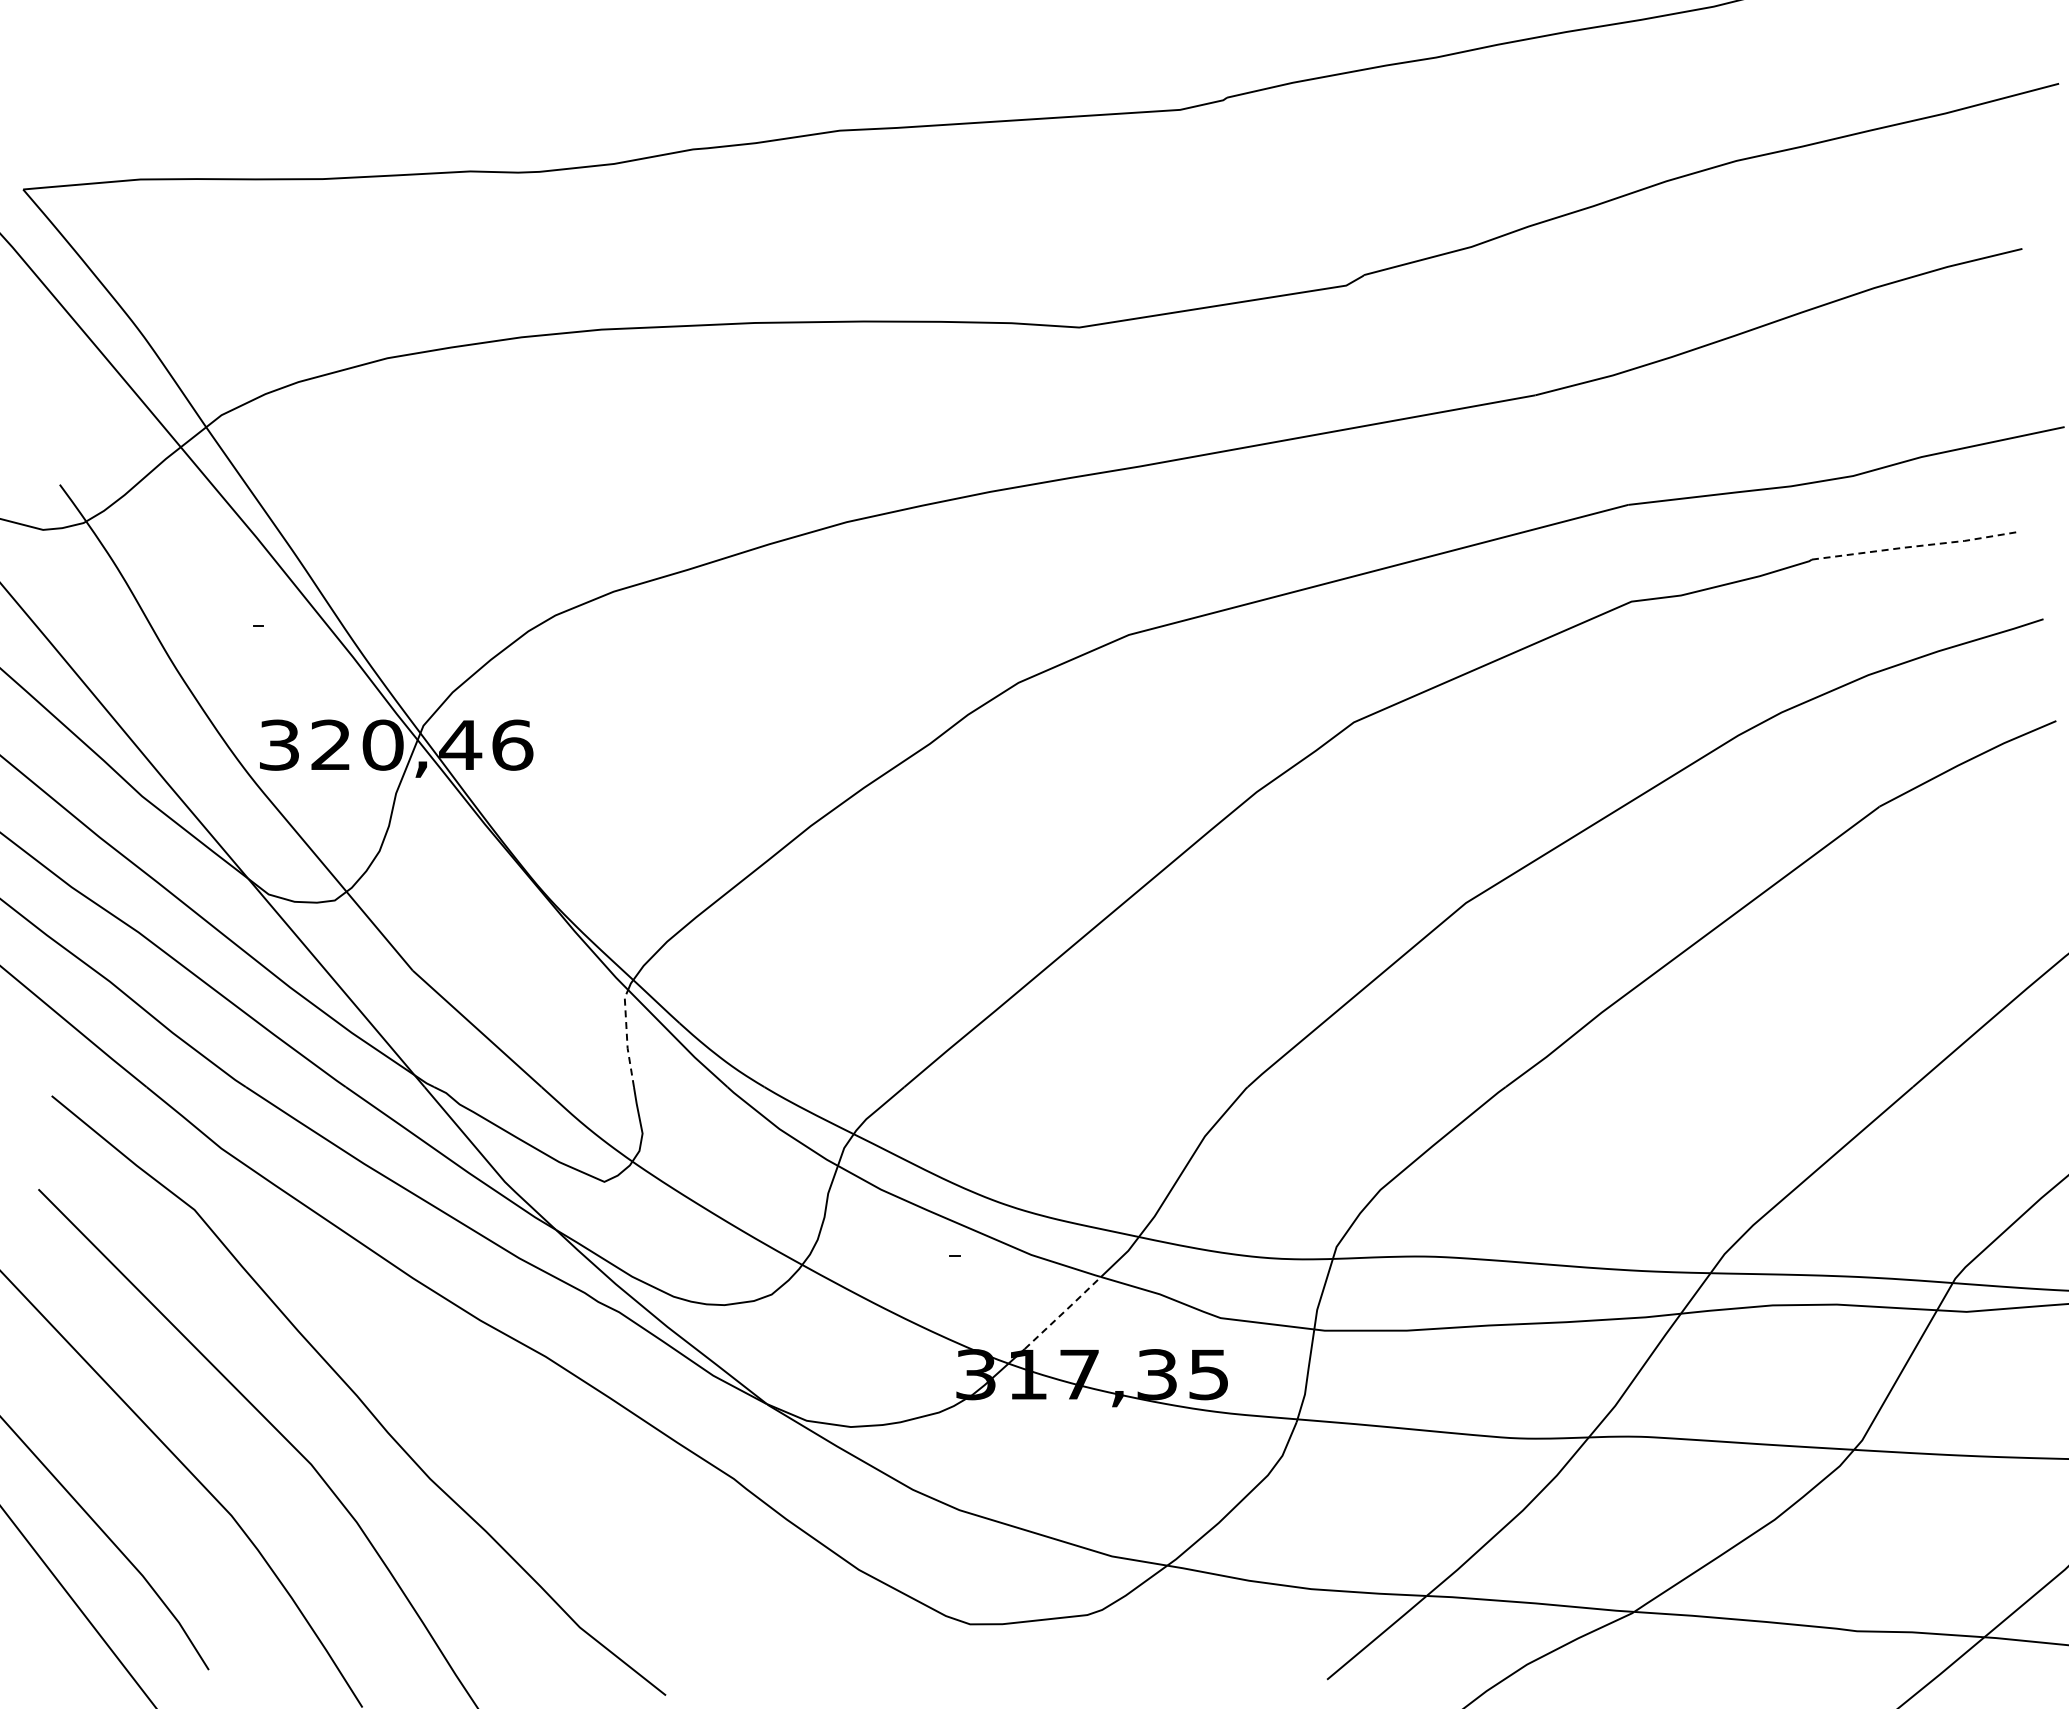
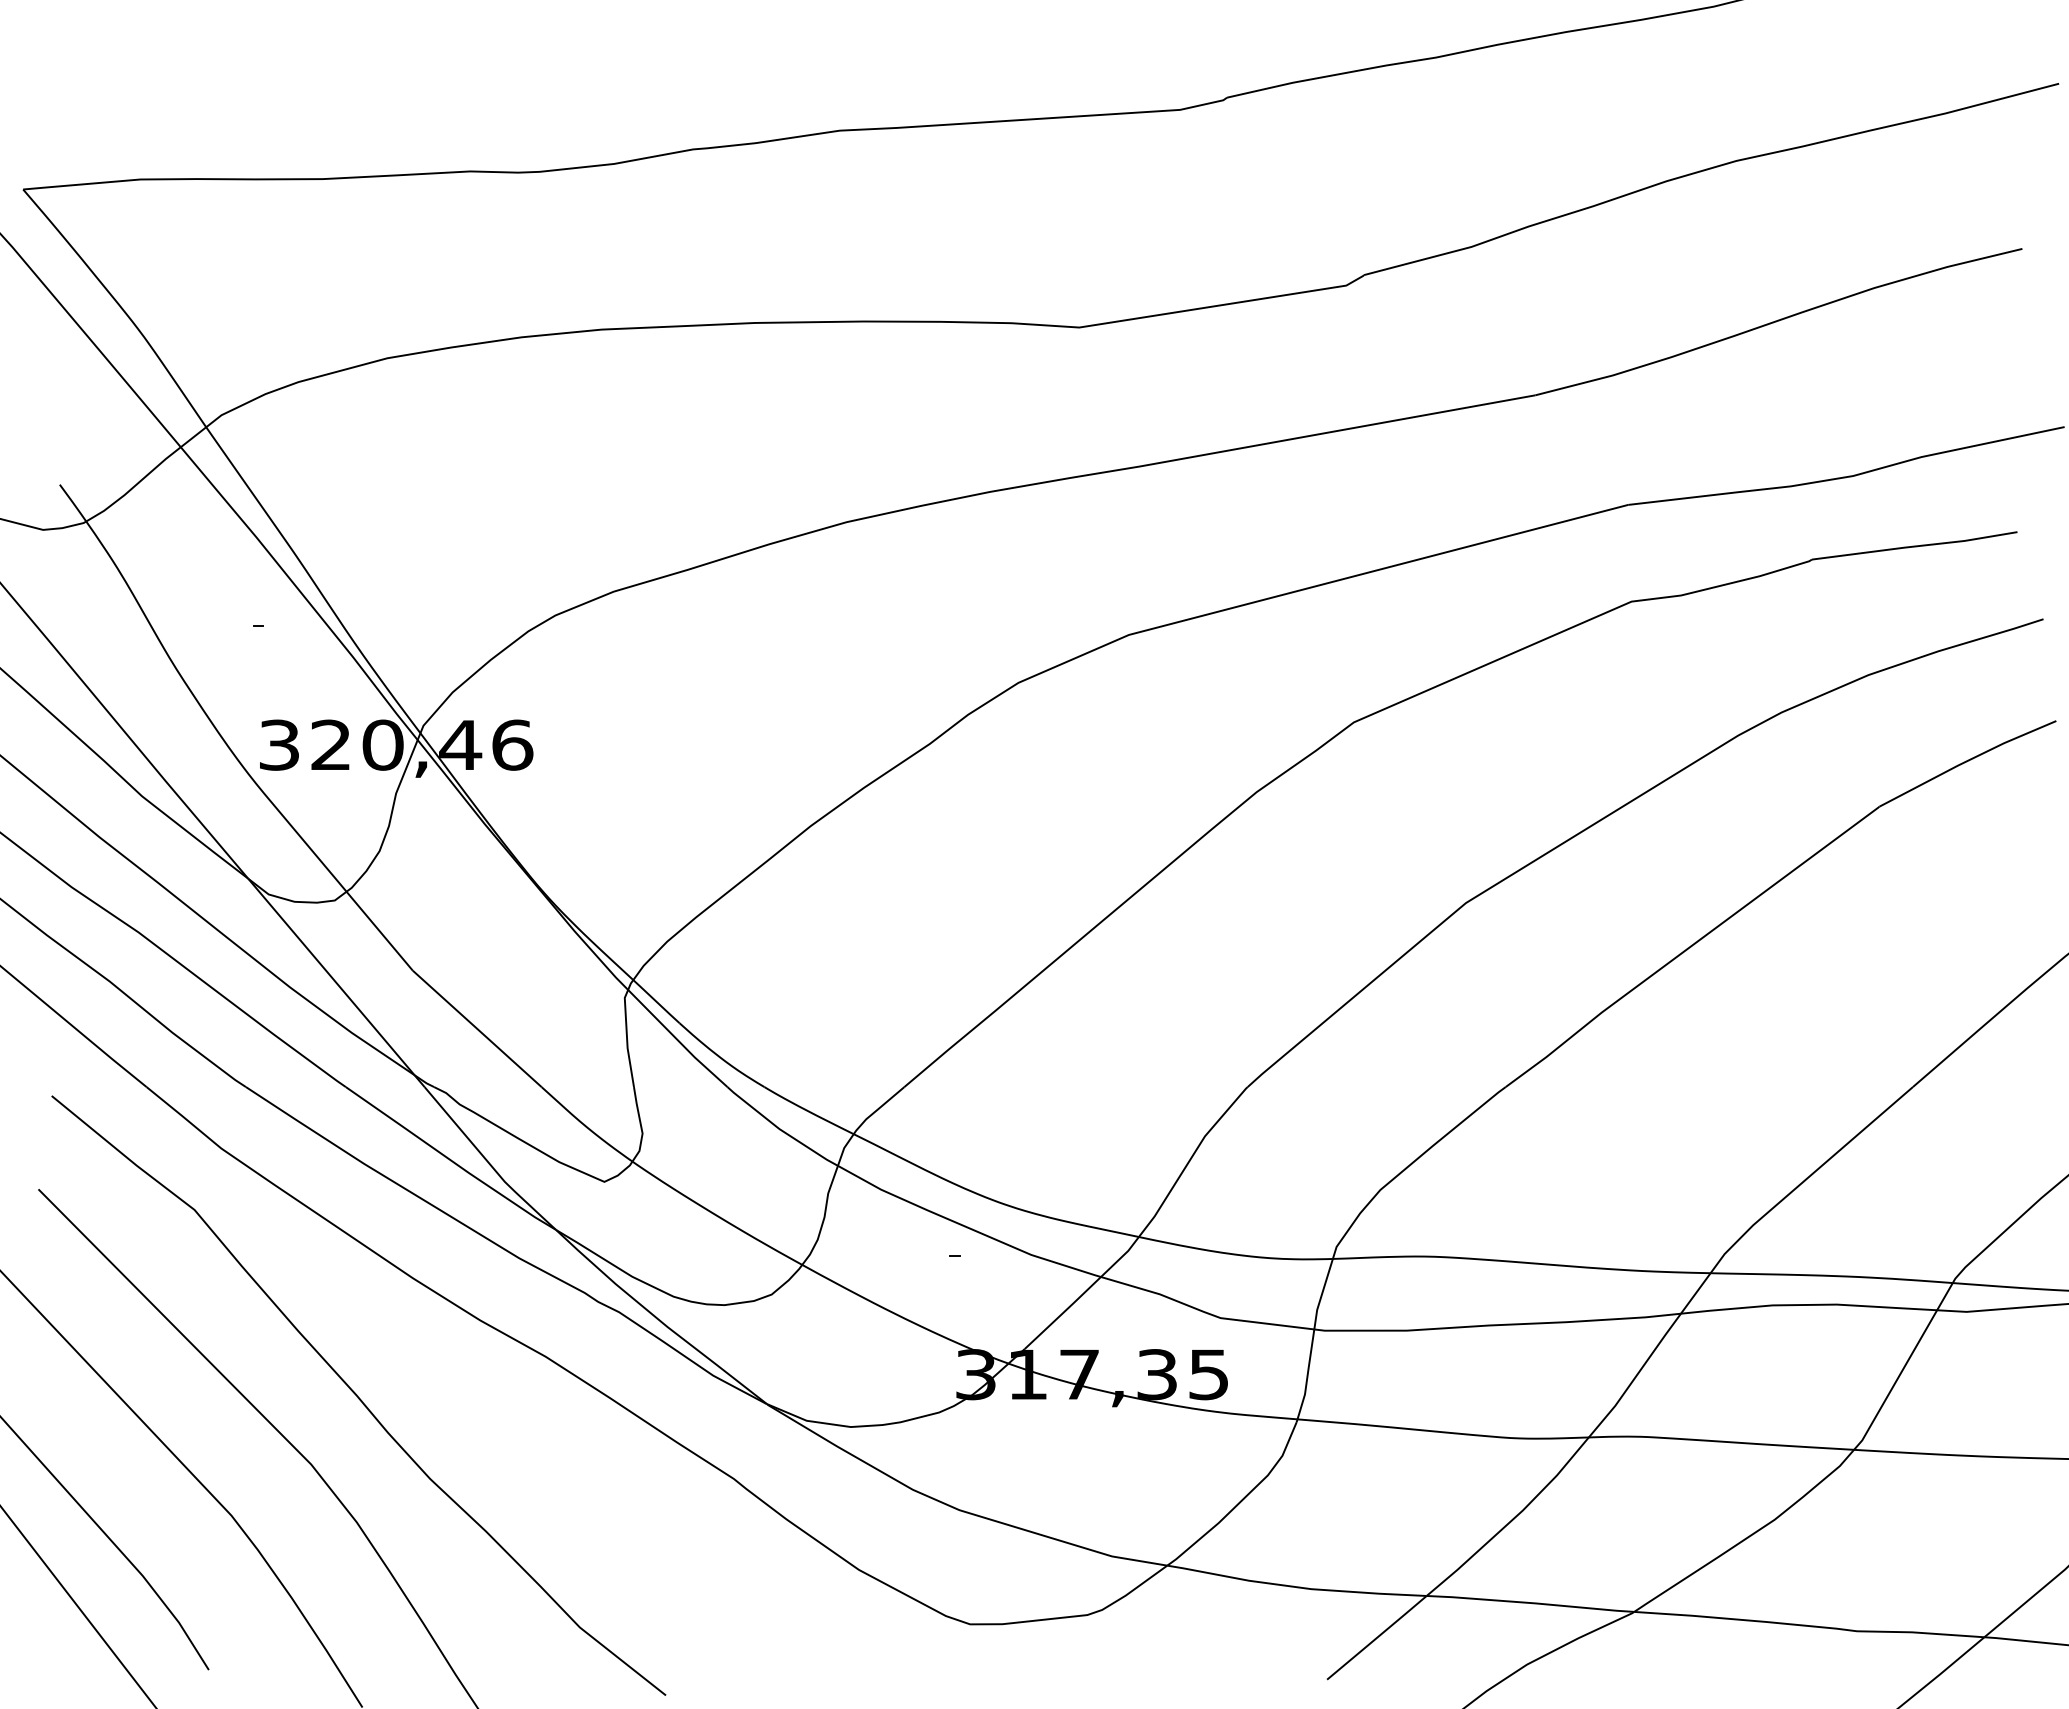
line at (1915, 546): dashed -> solid
line at (627, 1038): dashed -> solid
line at (1063, 1312): dashed -> solid
